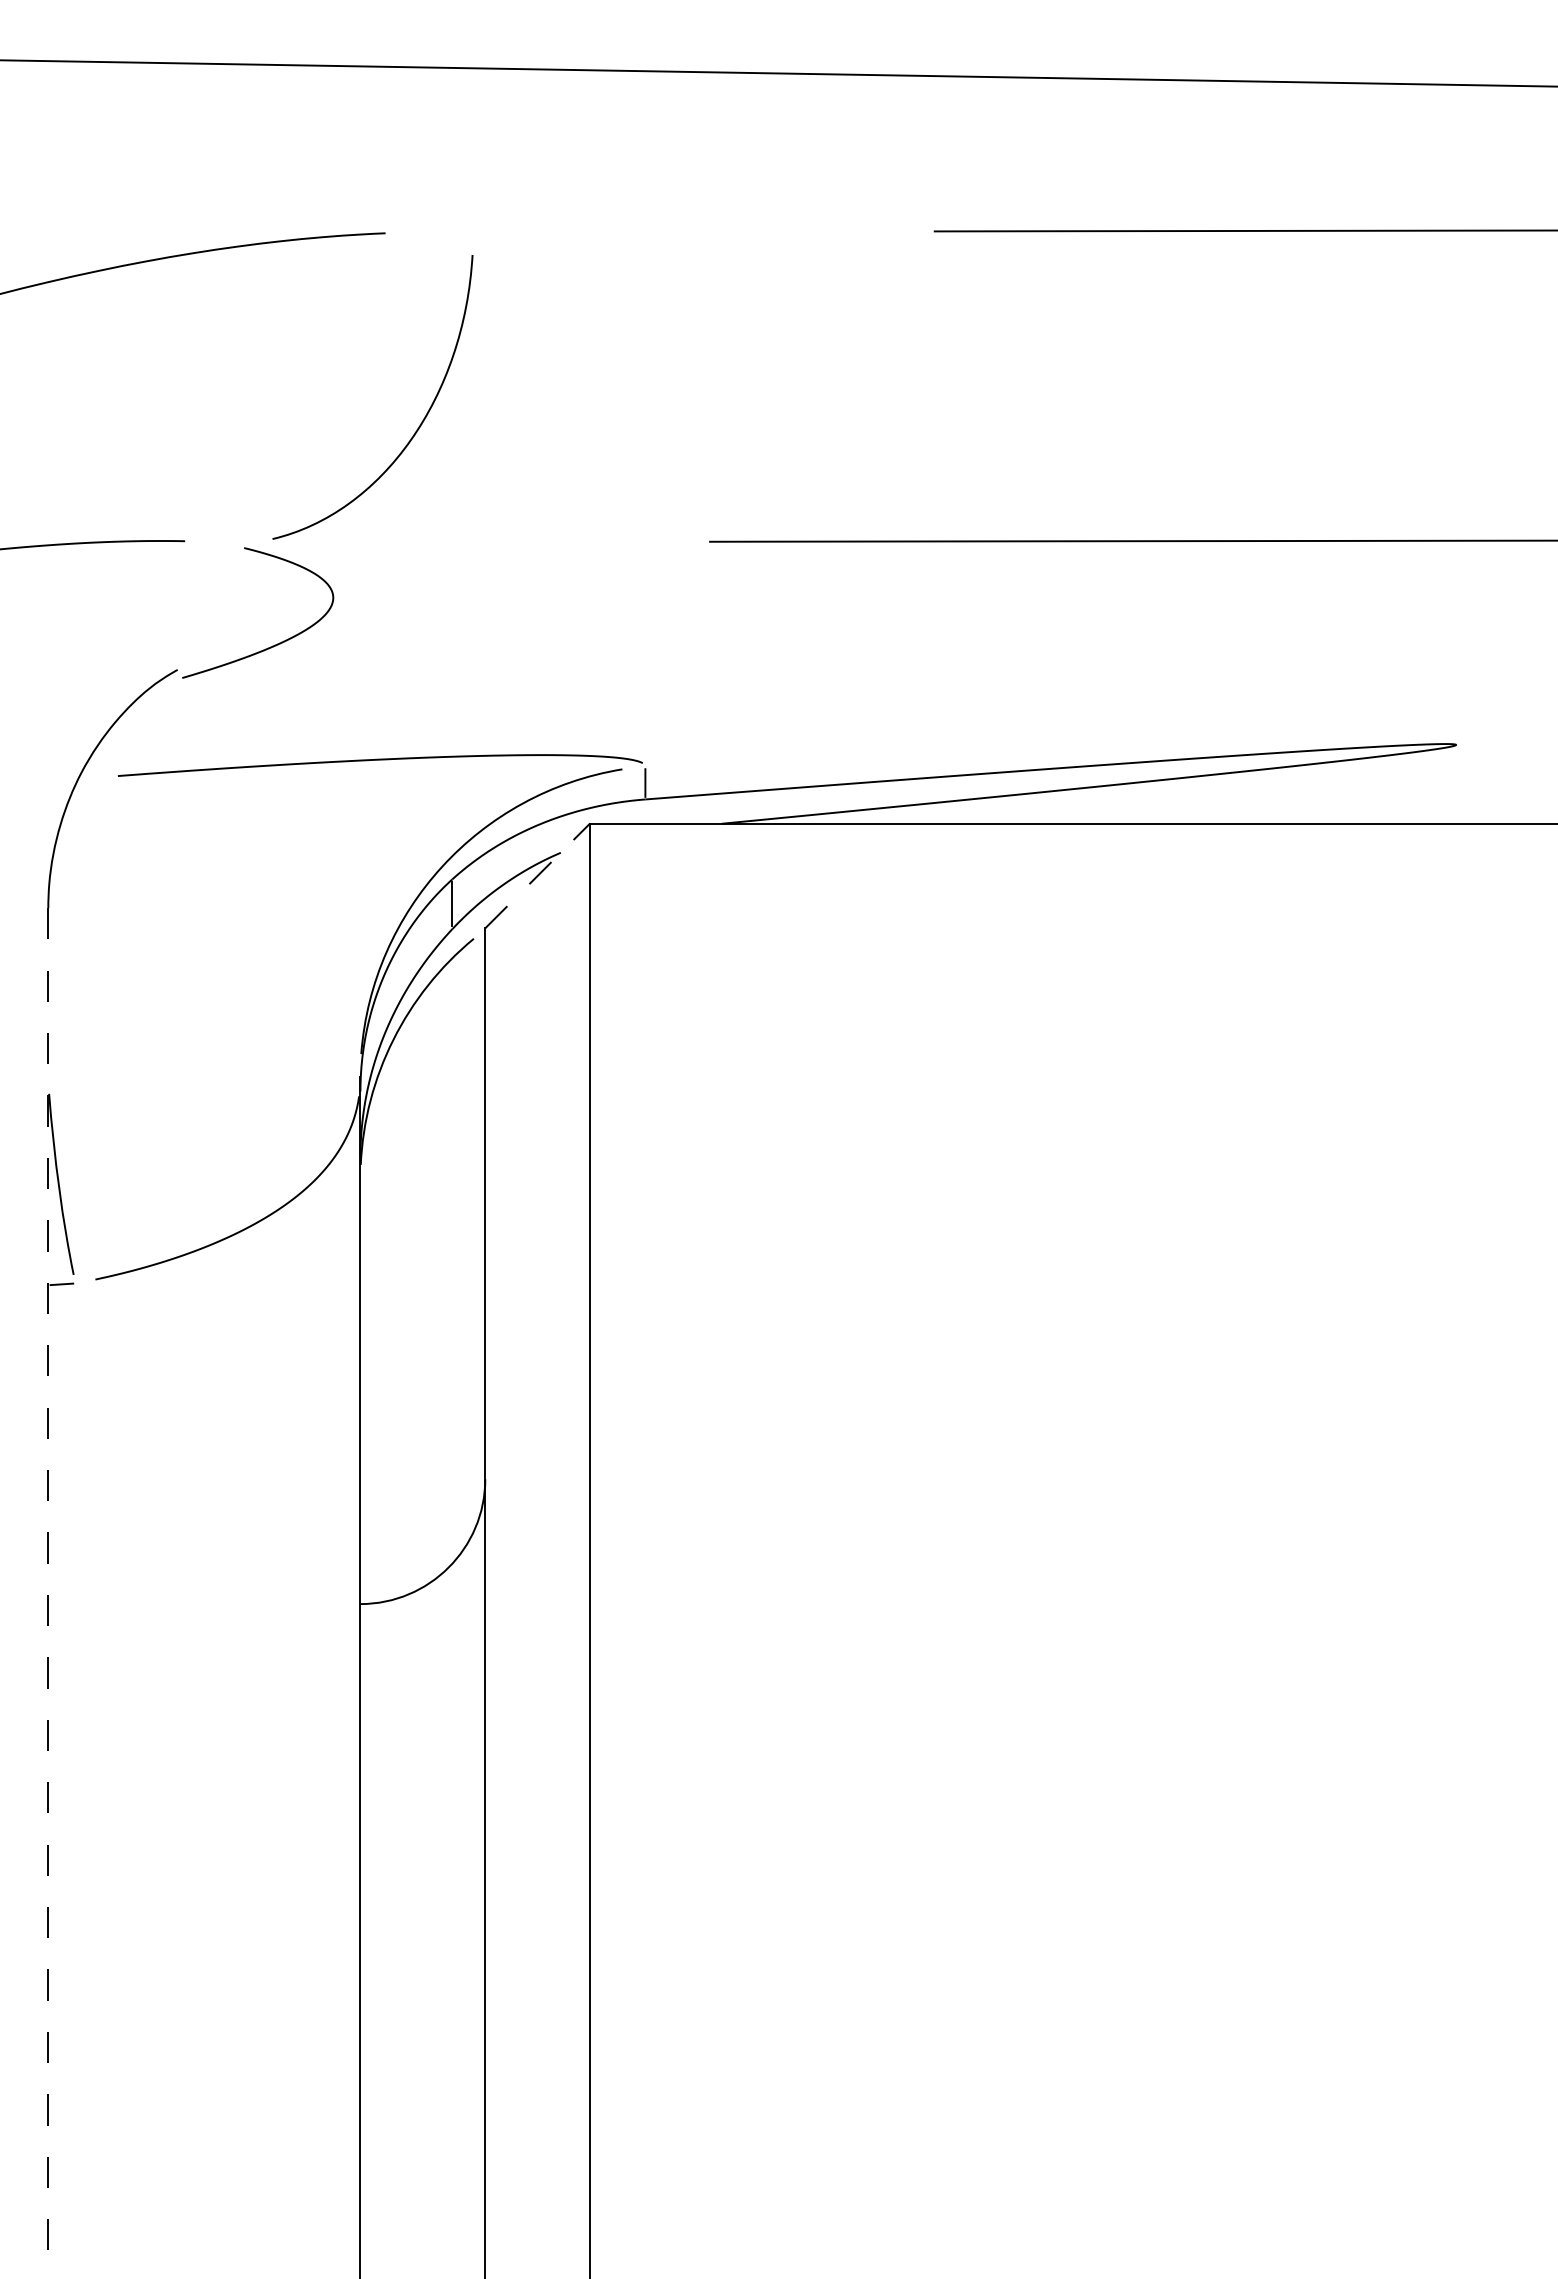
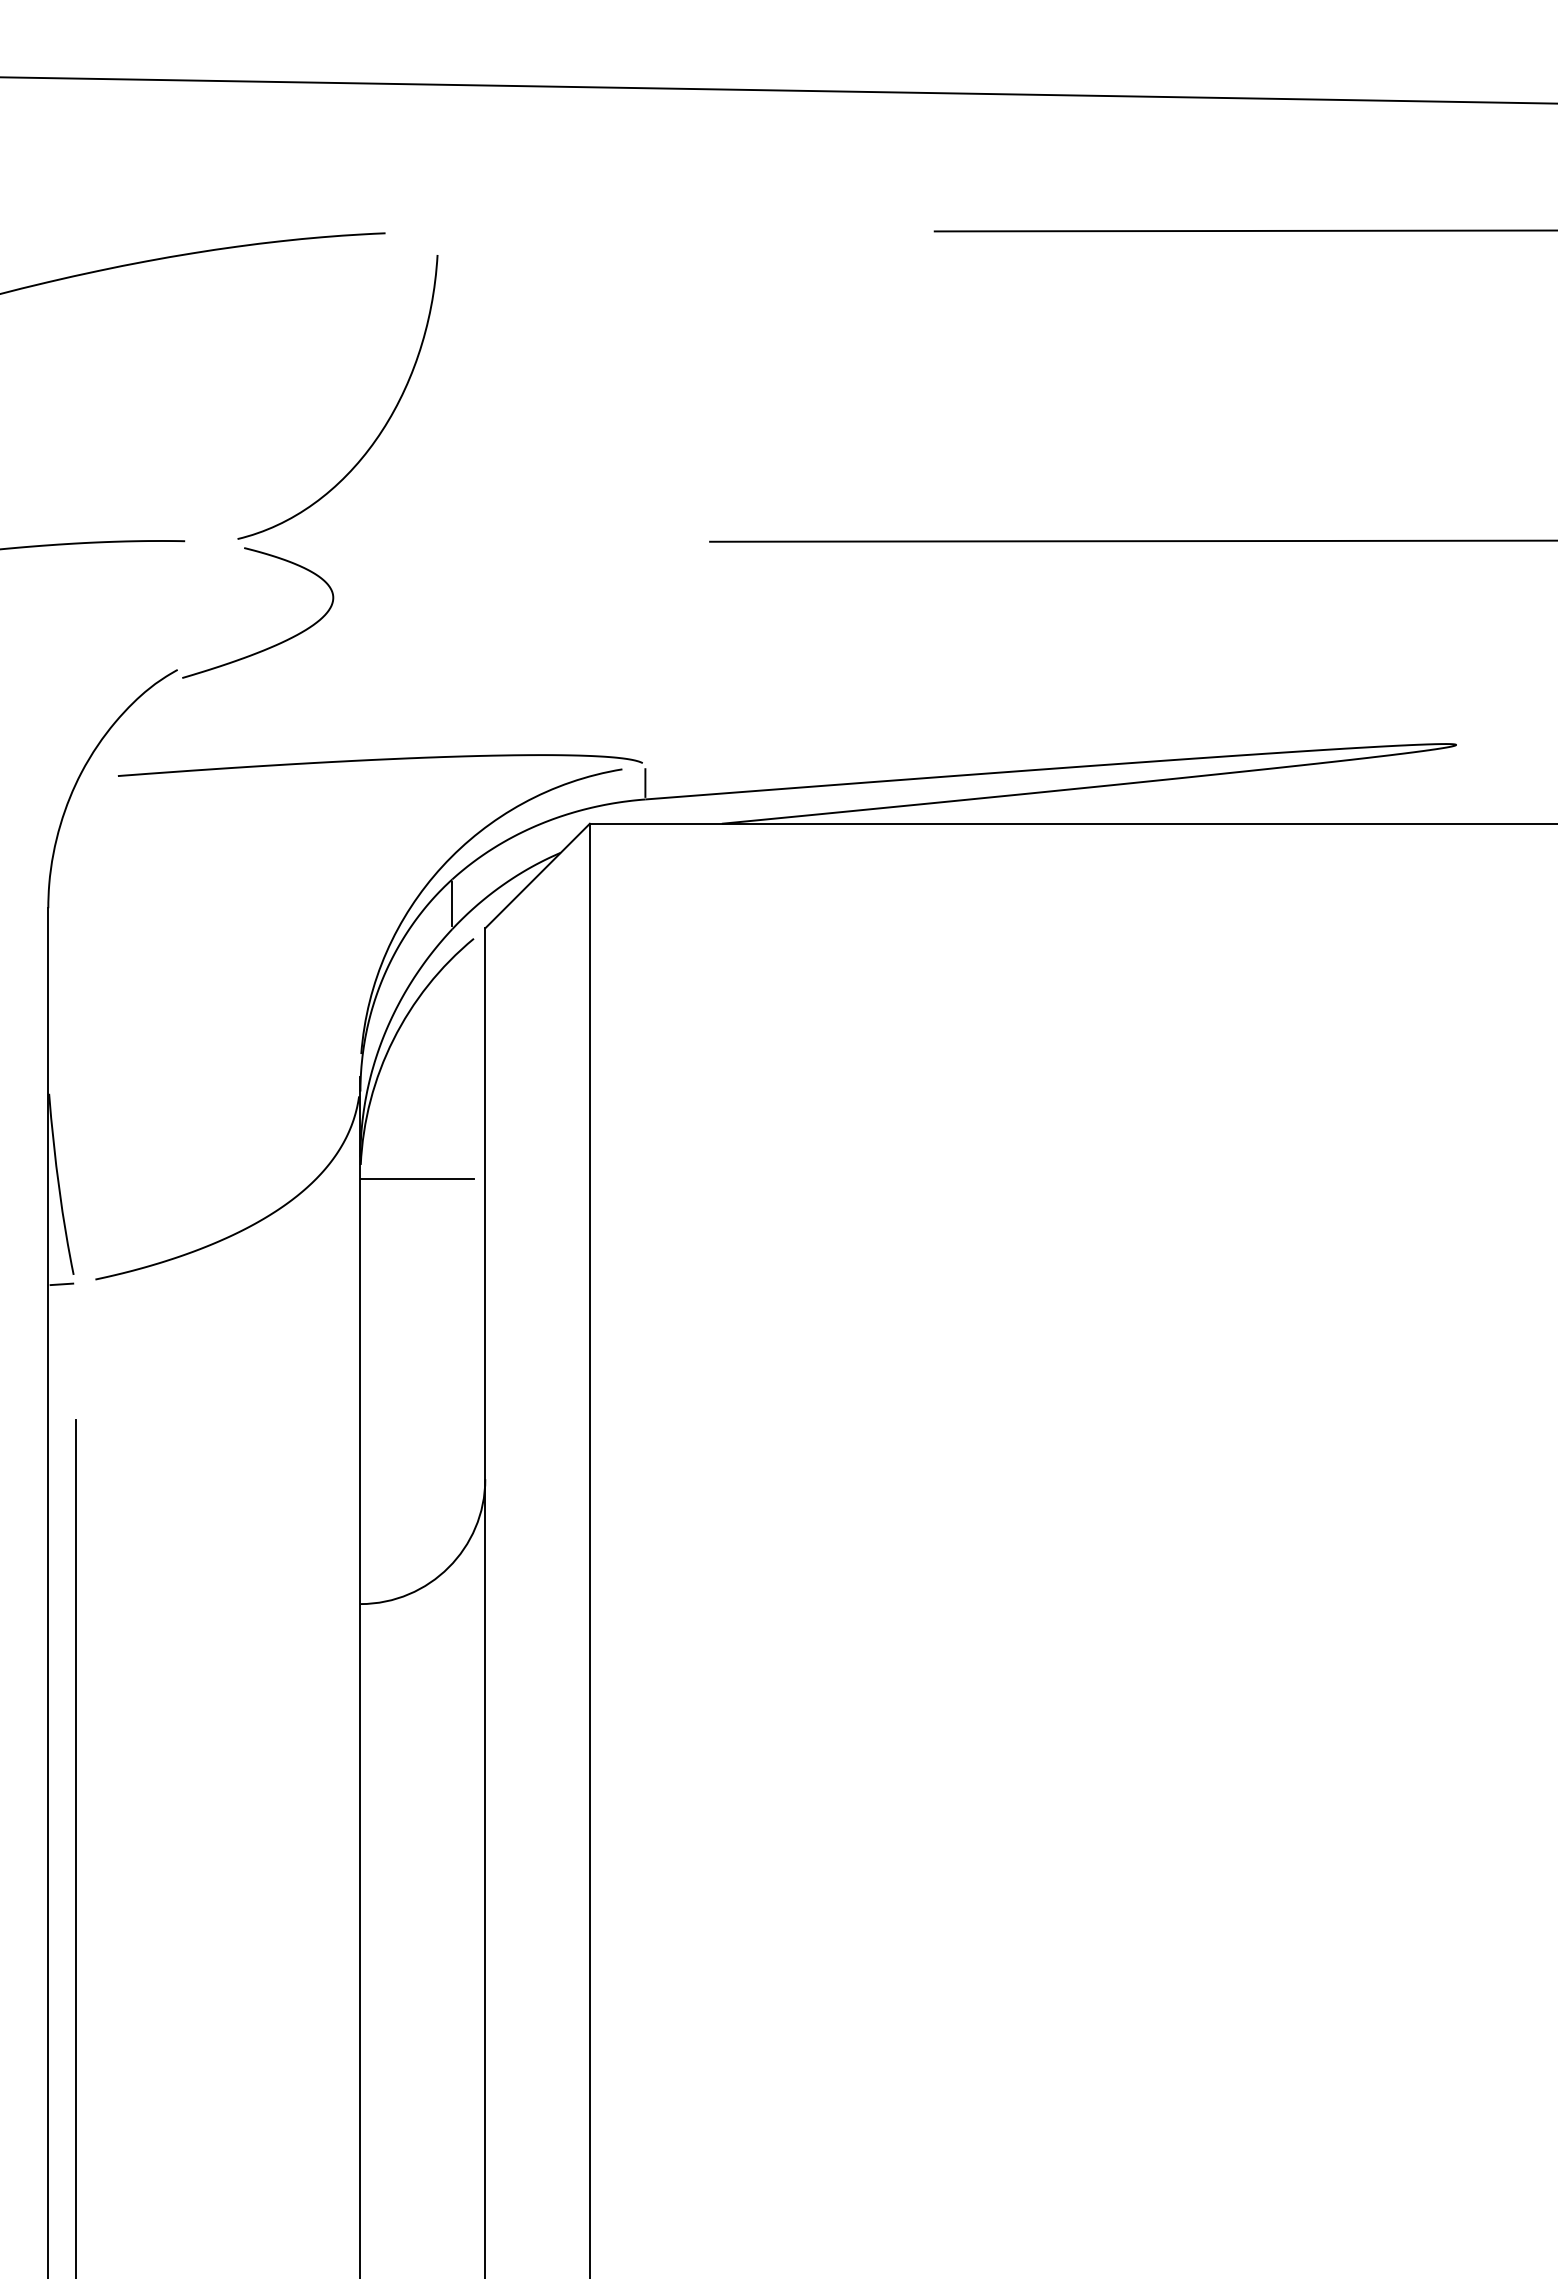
line at (778, 73) position: (778, 73) -> (778, 90)
curve at (418, 426) position: (418, 426) -> (383, 426)
line at (537, 876): dashed -> solid
line at (416, 1179): none -> present
line at (48, 1593): dashed -> solid
line at (75, 1847): none -> present
